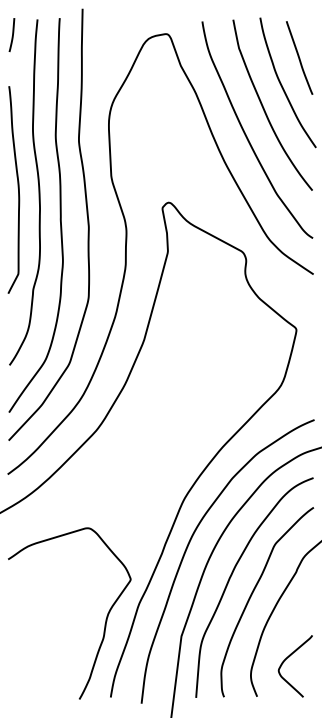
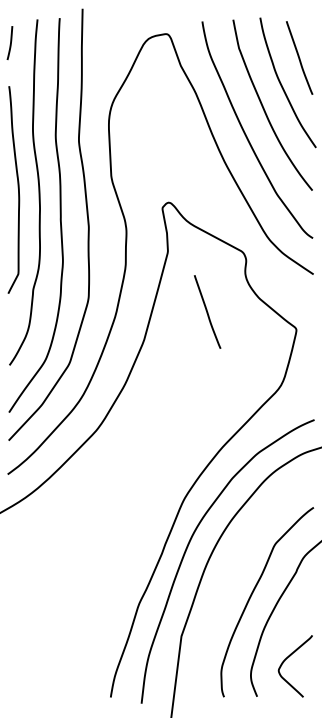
curve at (12, 35) position: (12, 35) -> (10, 43)
curve at (207, 311): none -> present
curve at (232, 575): present -> none
curve at (105, 619): present -> none
